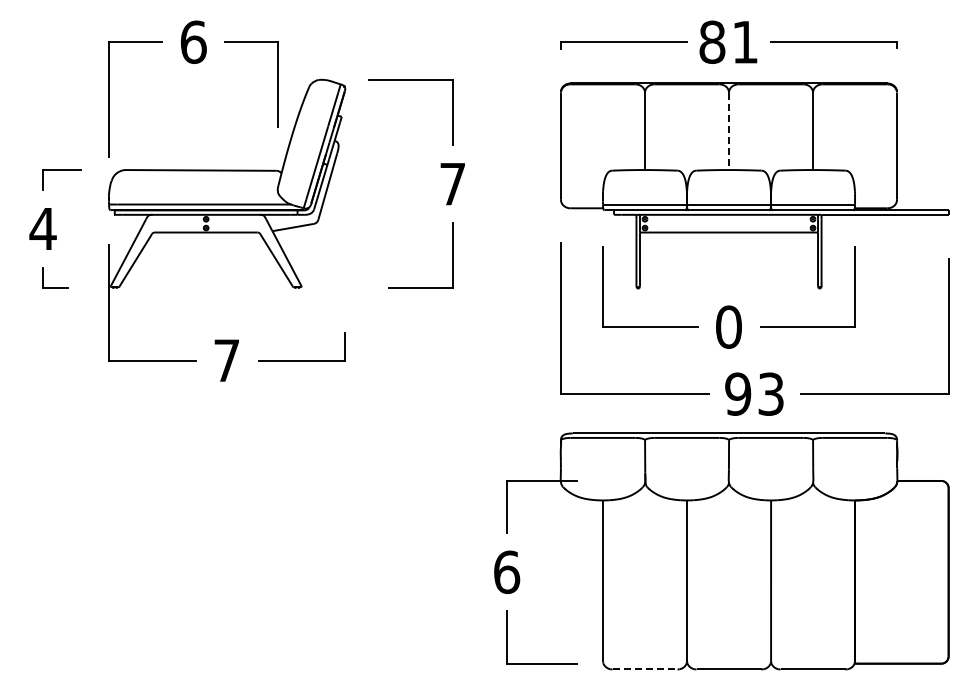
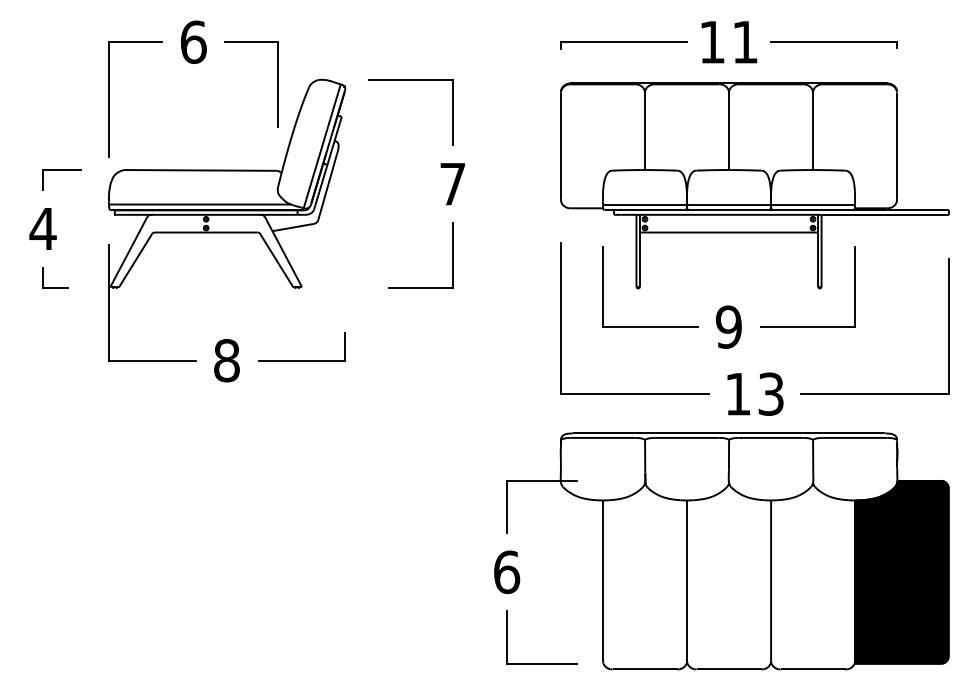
text at (712, 41): 81 -> 11
line at (729, 131): dashed -> solid
text at (728, 326): 0 -> 9
text at (226, 360): 7 -> 8
text at (738, 393): 93 -> 13
fill at (901, 571): none -> present
line at (645, 669): dashed -> solid
